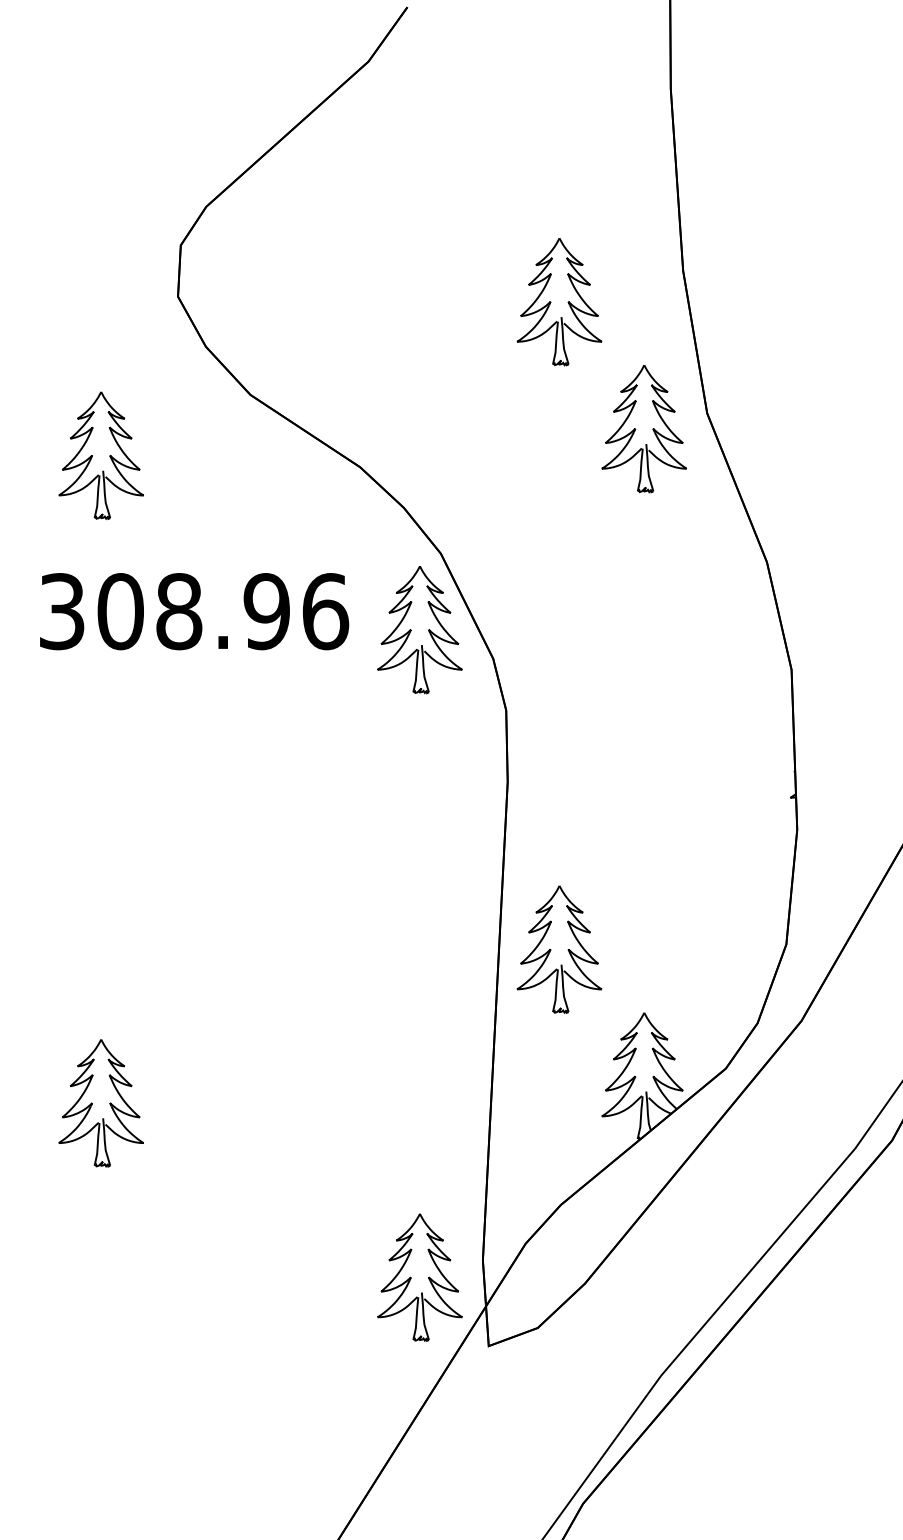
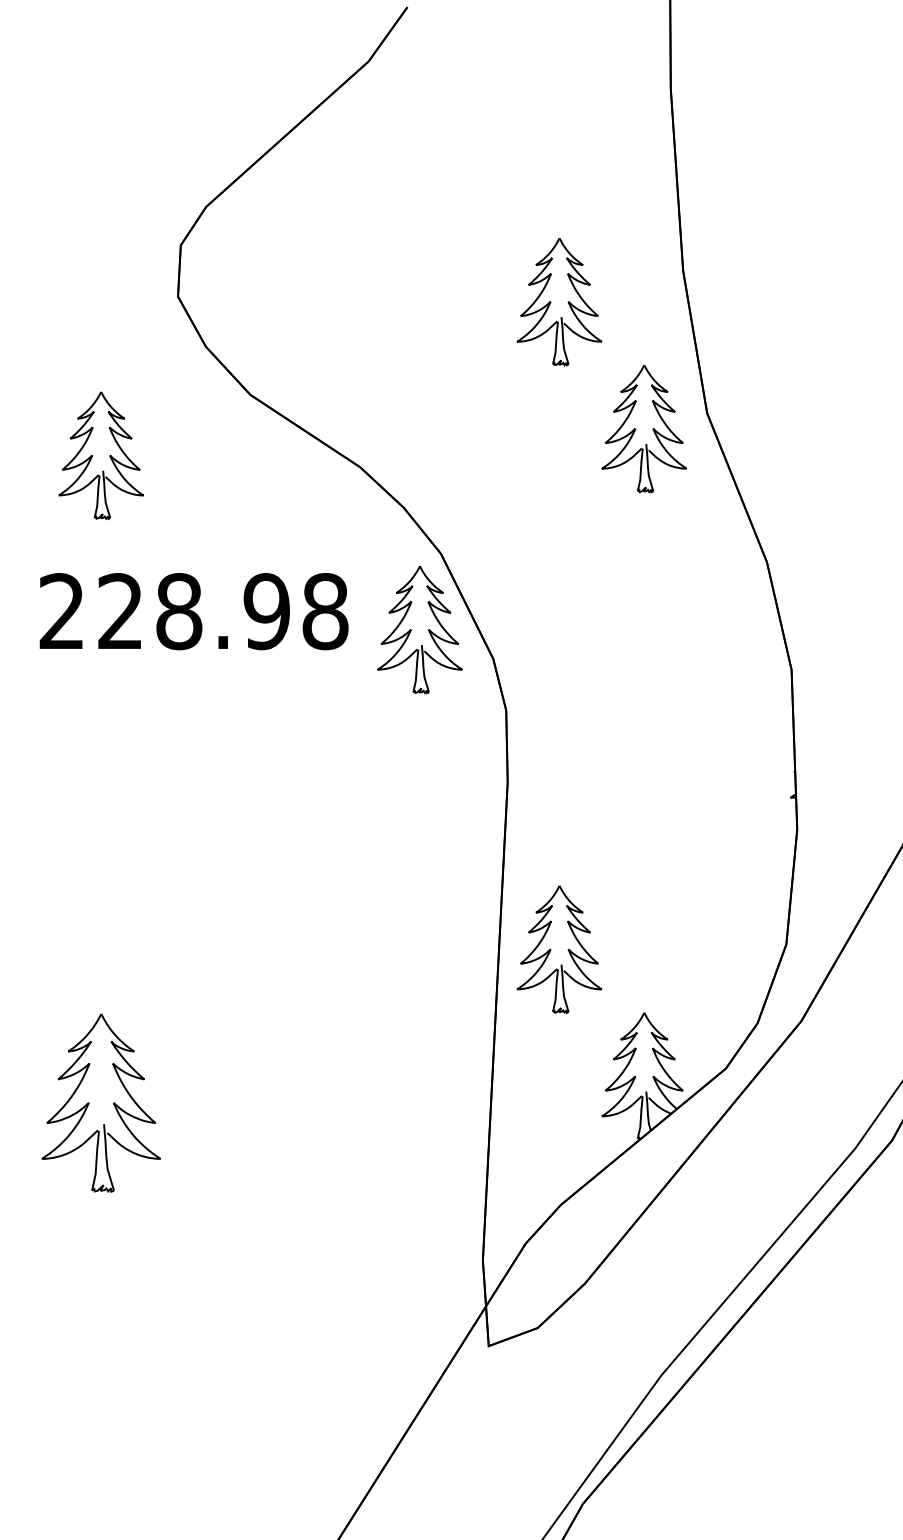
text at (194, 611): 308.96 -> 228.98
part at (100, 1103) size: 86x129 px -> 120x180 px
part at (419, 1277): present -> none
